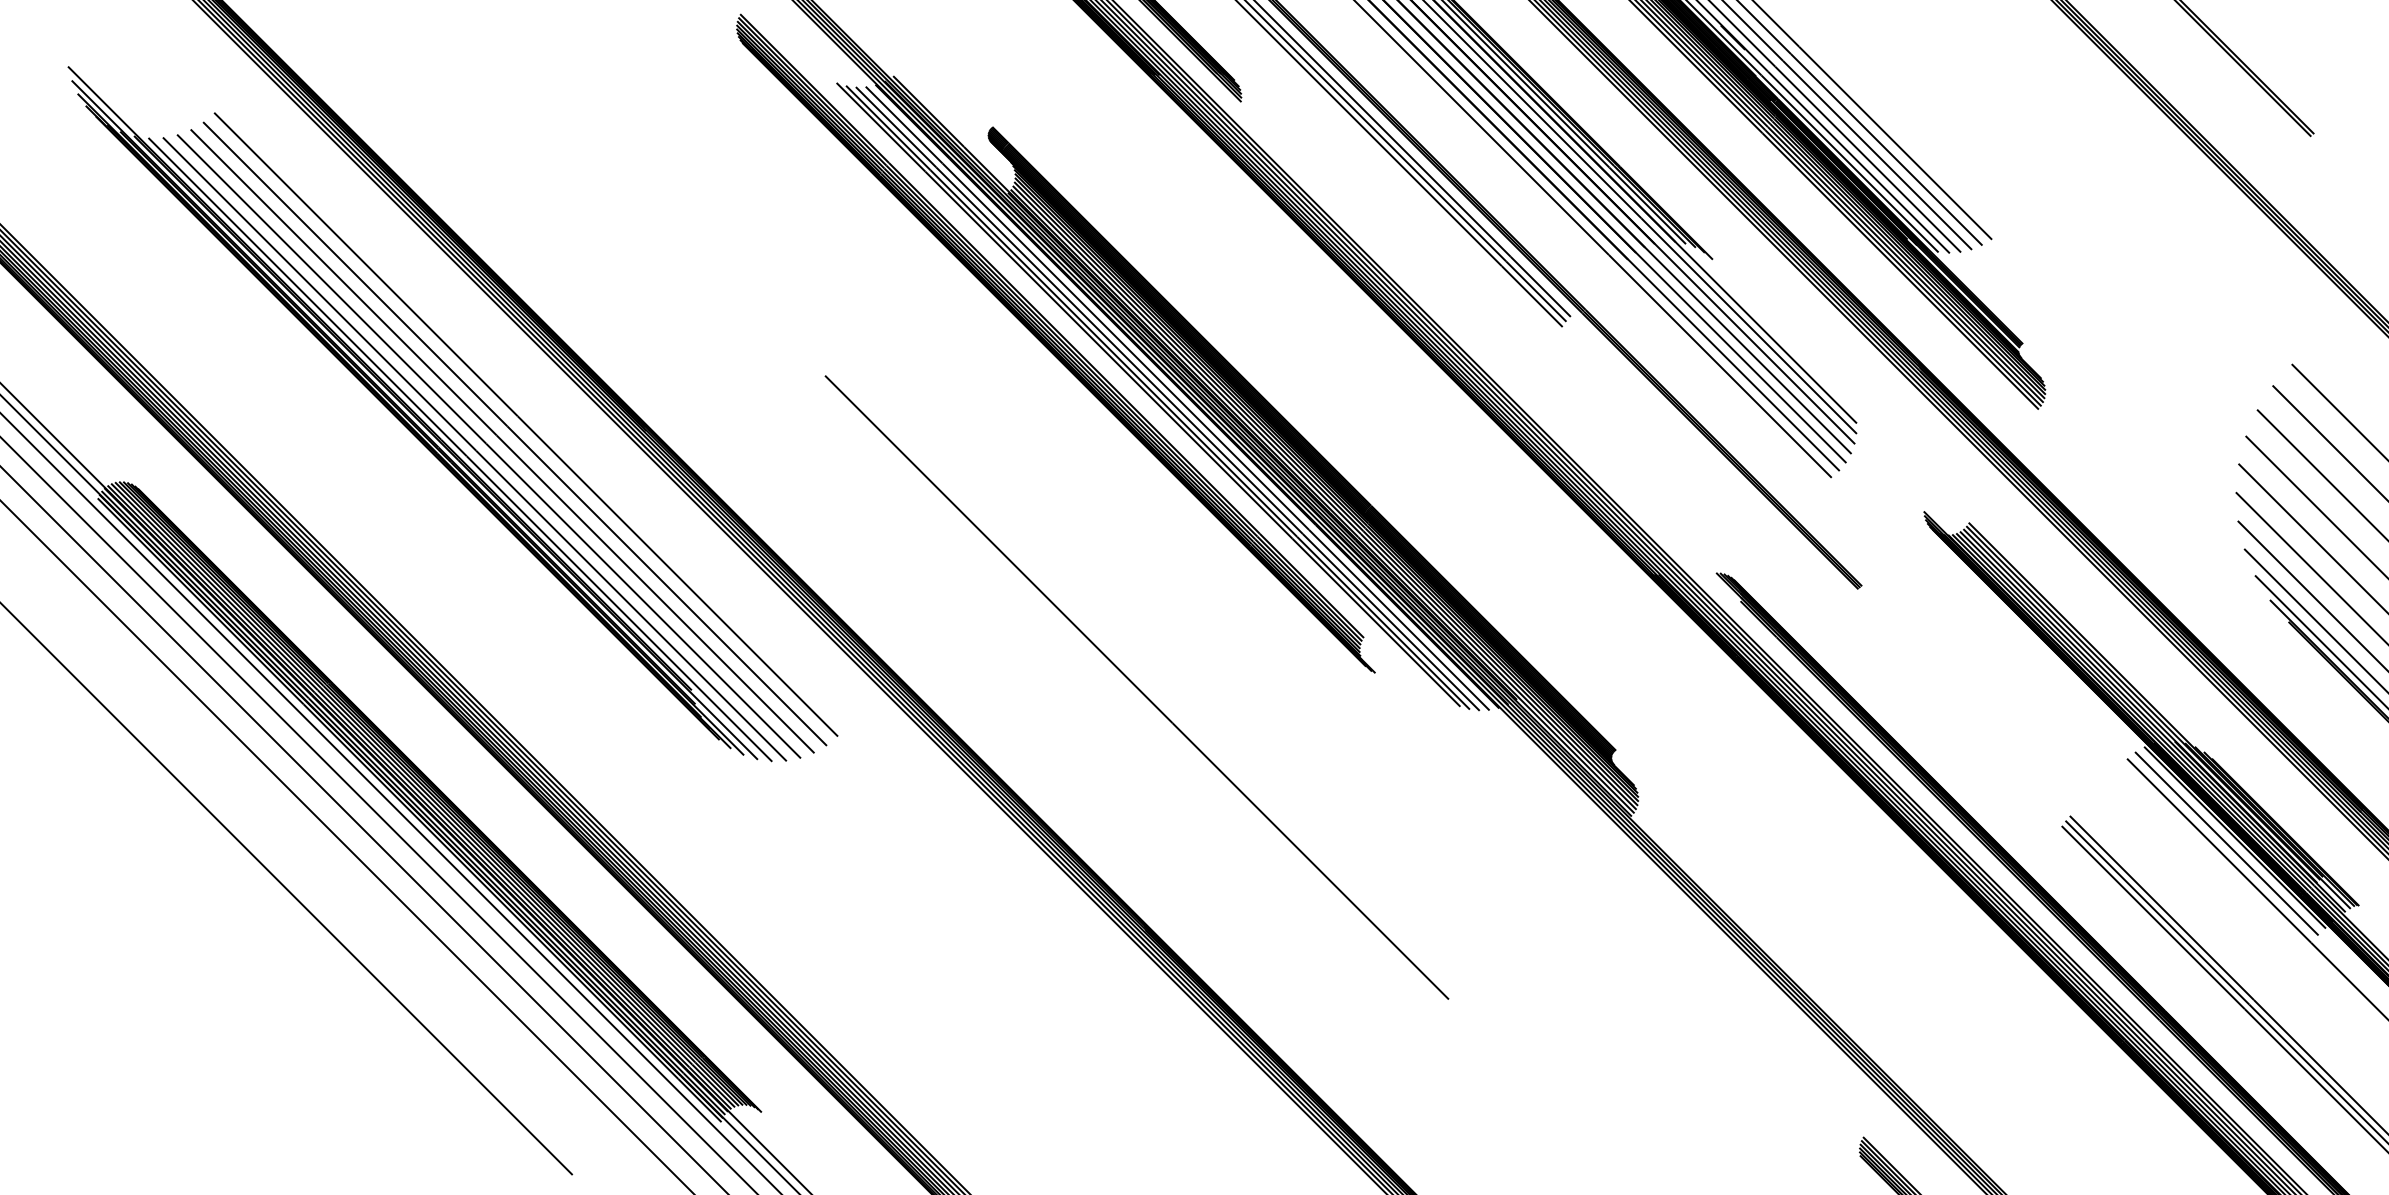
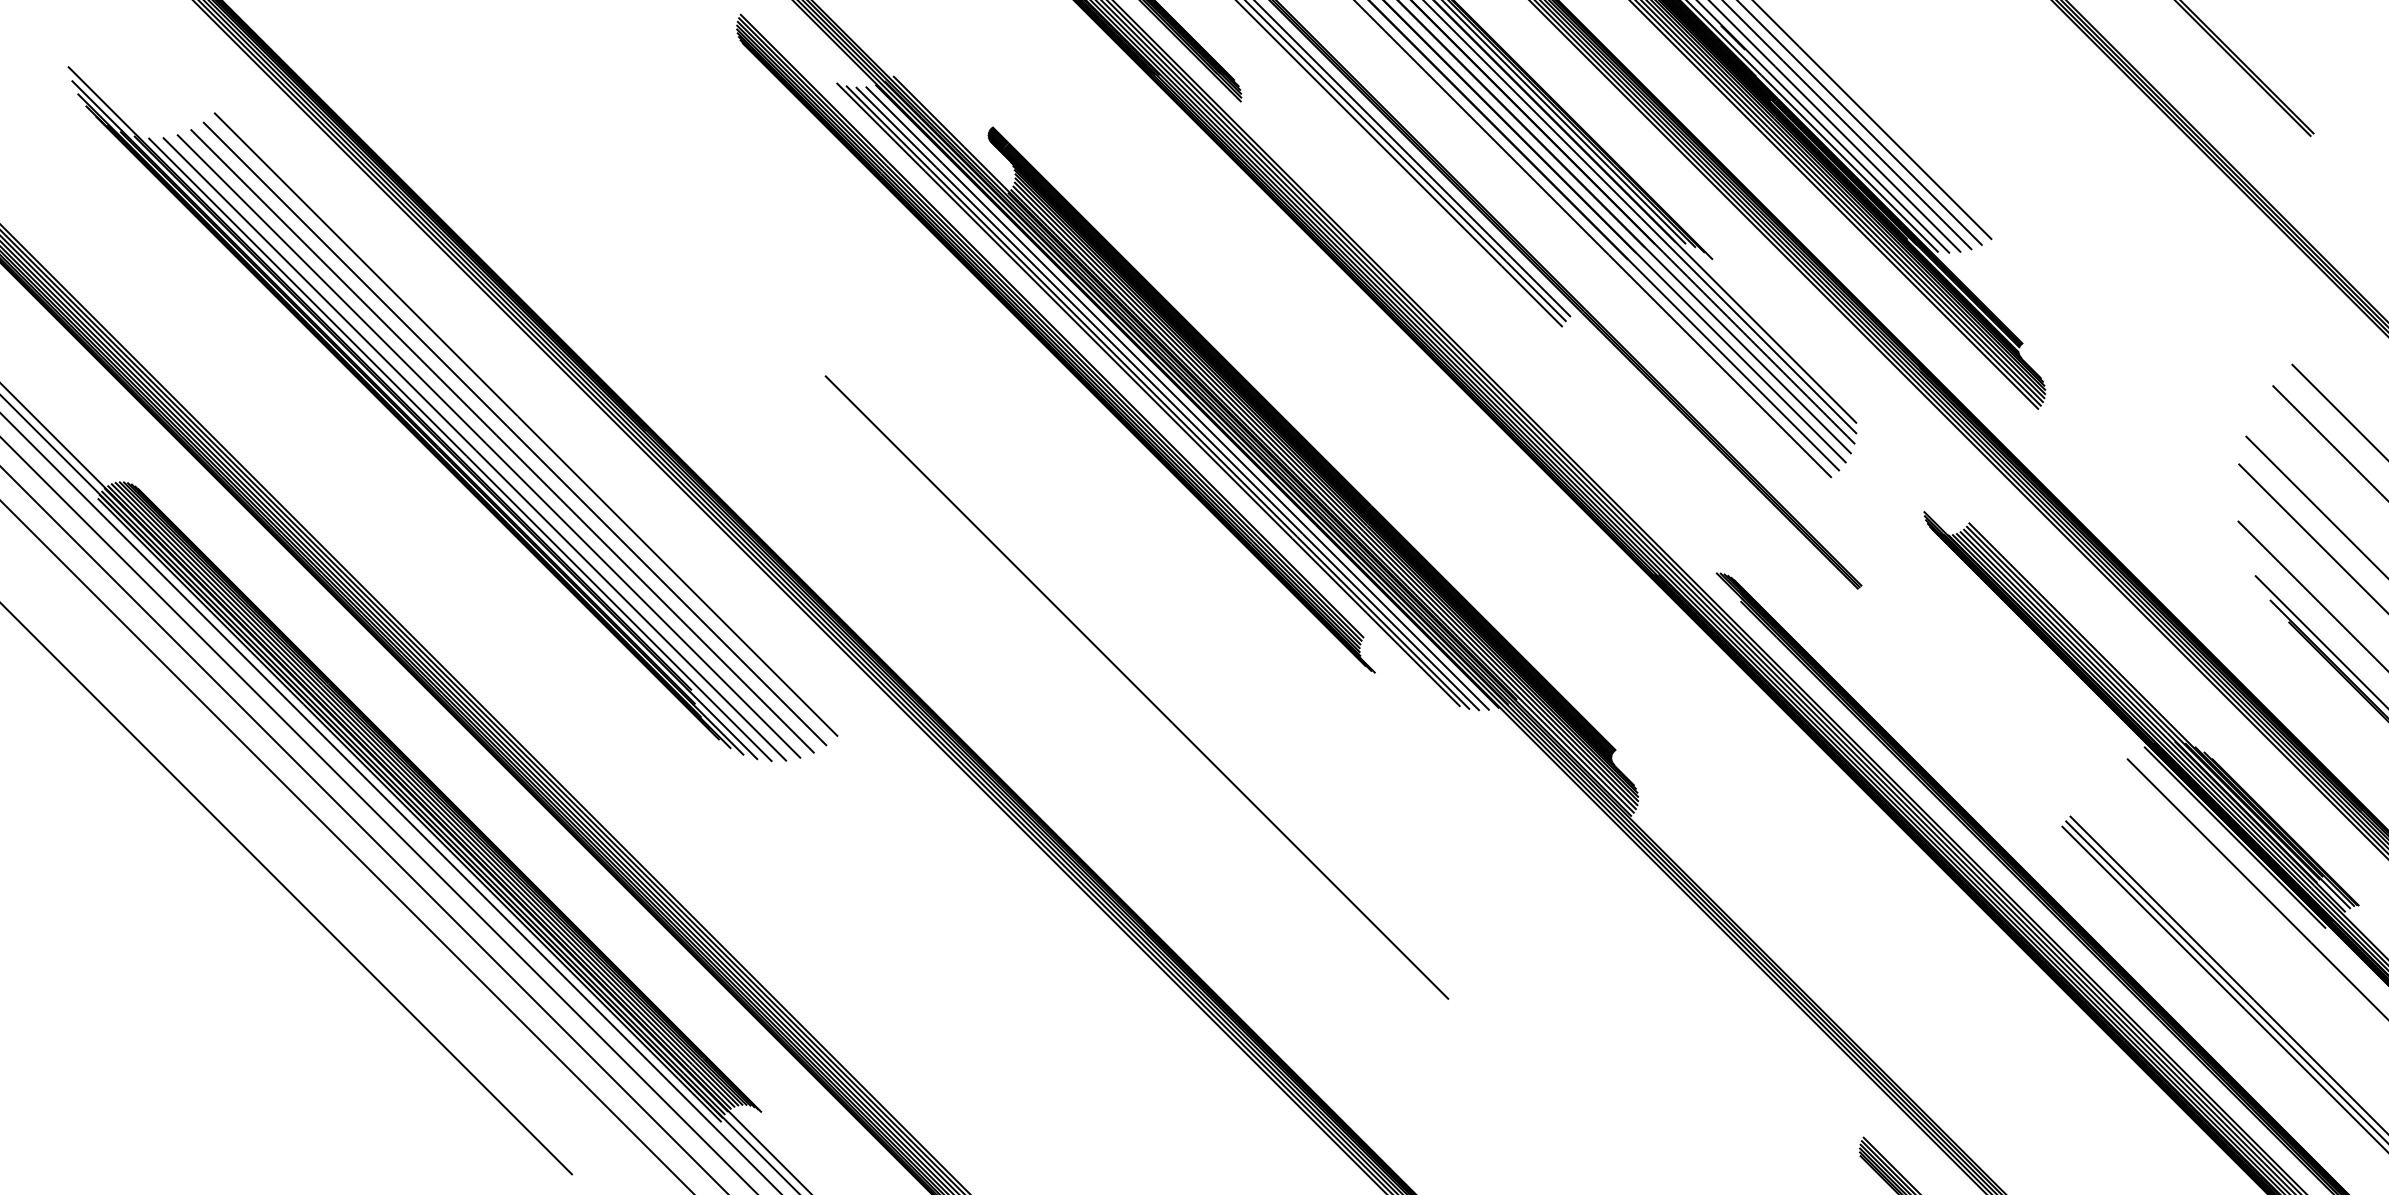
line at (2321, 473): present -> none
line at (2310, 566): present -> none
line at (2314, 619): present -> none
line at (2226, 843): present -> none
